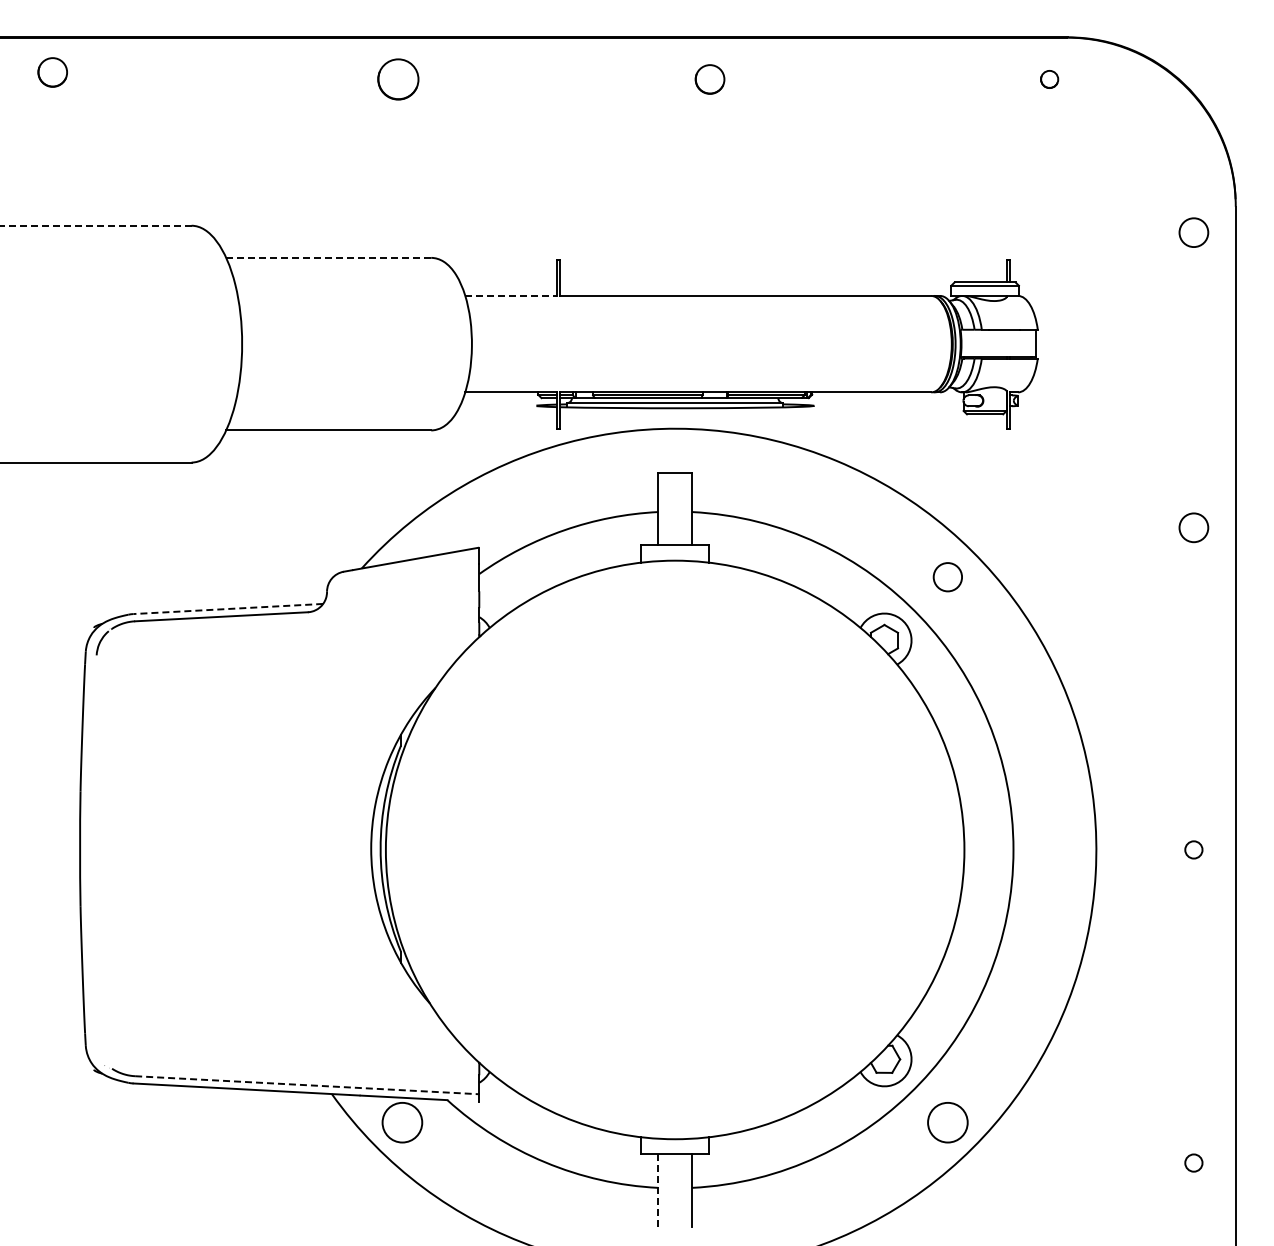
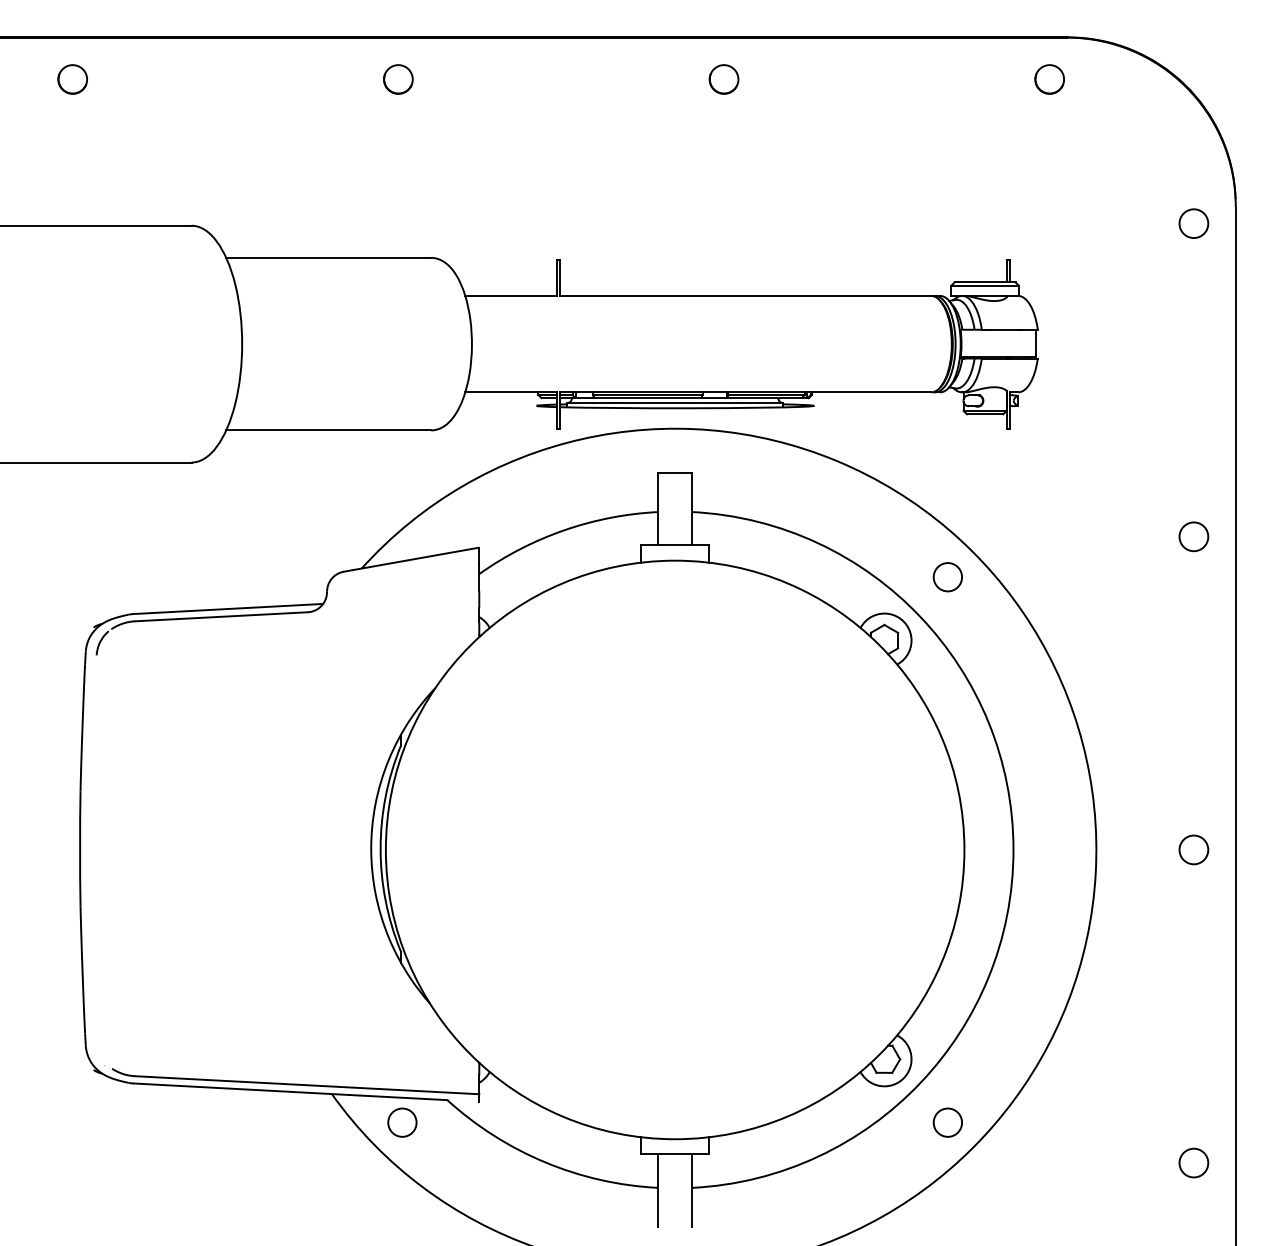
circle at (52, 72) position: (52, 72) -> (72, 79)
circle at (398, 79) size: 43x43 px -> 31x31 px
part at (709, 79) position: (709, 79) -> (723, 79)
circle at (1049, 79) size: 20x19 px -> 31x31 px
line at (95, 225): dashed -> solid
circle at (1193, 232) position: (1193, 232) -> (1193, 223)
line at (328, 257): dashed -> solid
line at (511, 295): dashed -> solid
circle at (1193, 527) position: (1193, 527) -> (1193, 536)
line at (228, 608): dashed -> solid
circle at (1193, 849) diameter: 17 px -> 29 px
line at (307, 1085): dashed -> solid
circle at (402, 1122) diameter: 40 px -> 28 px
circle at (947, 1122) diameter: 40 px -> 28 px
circle at (1193, 1162) diameter: 17 px -> 29 px
line at (658, 1191): dashed -> solid
